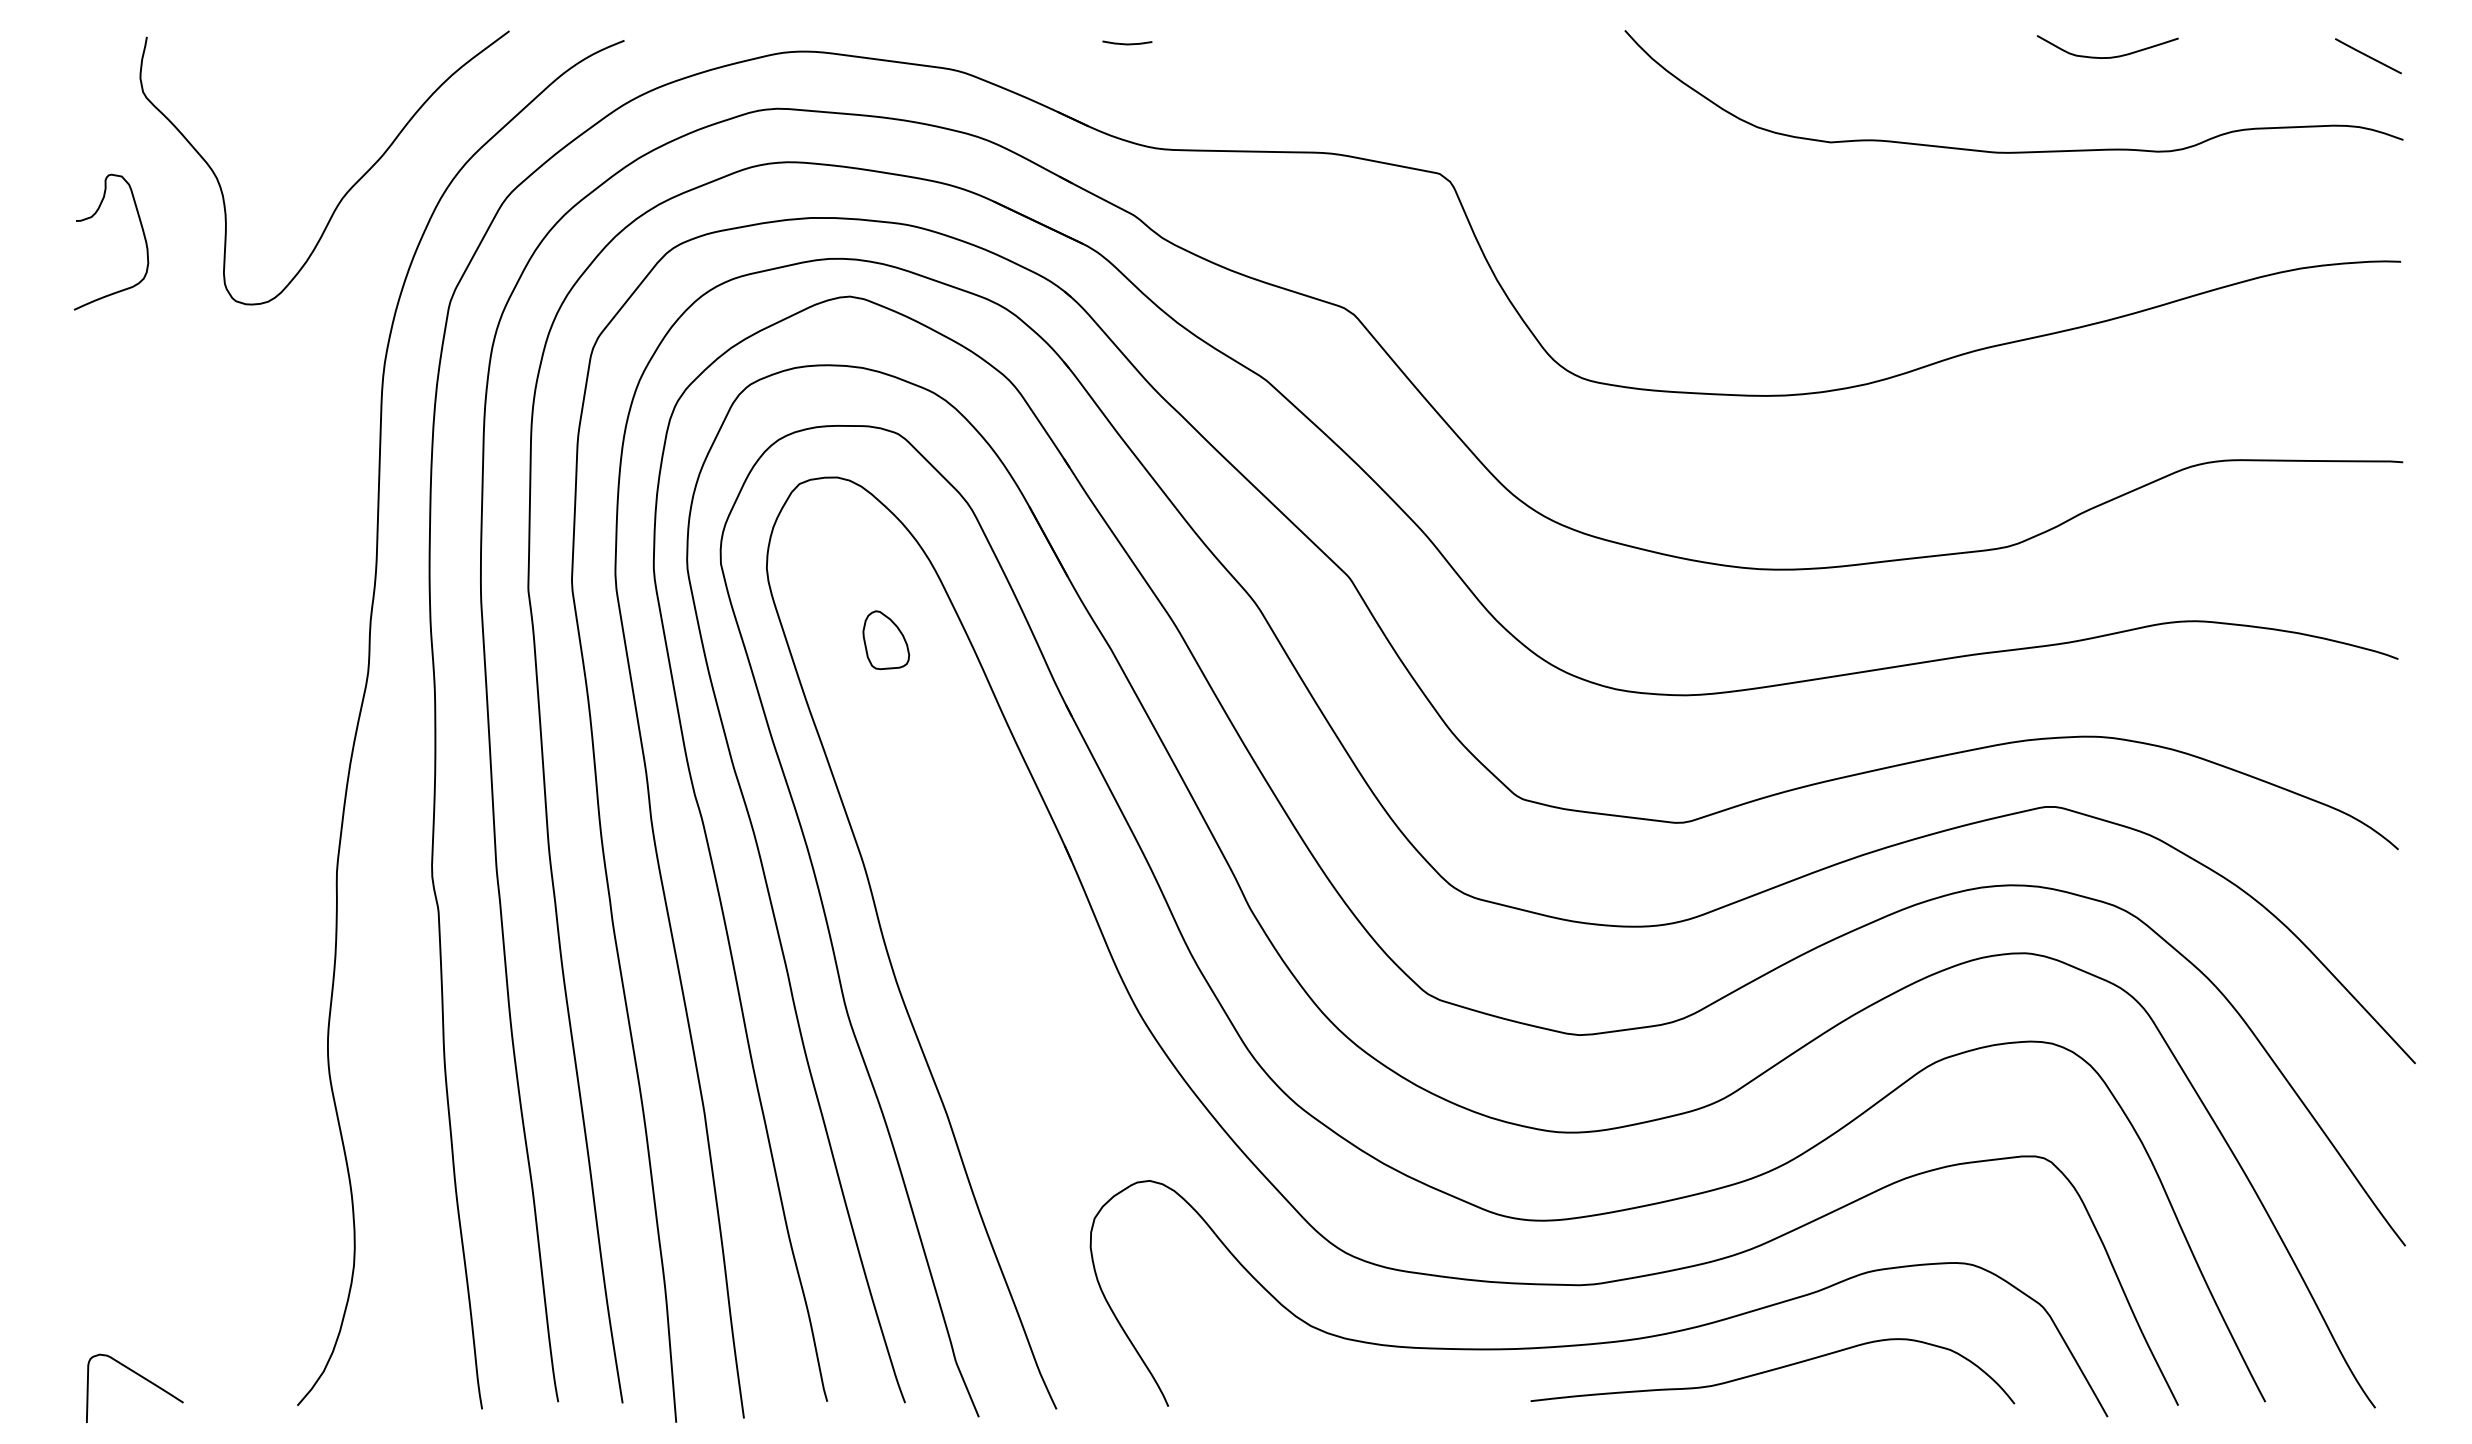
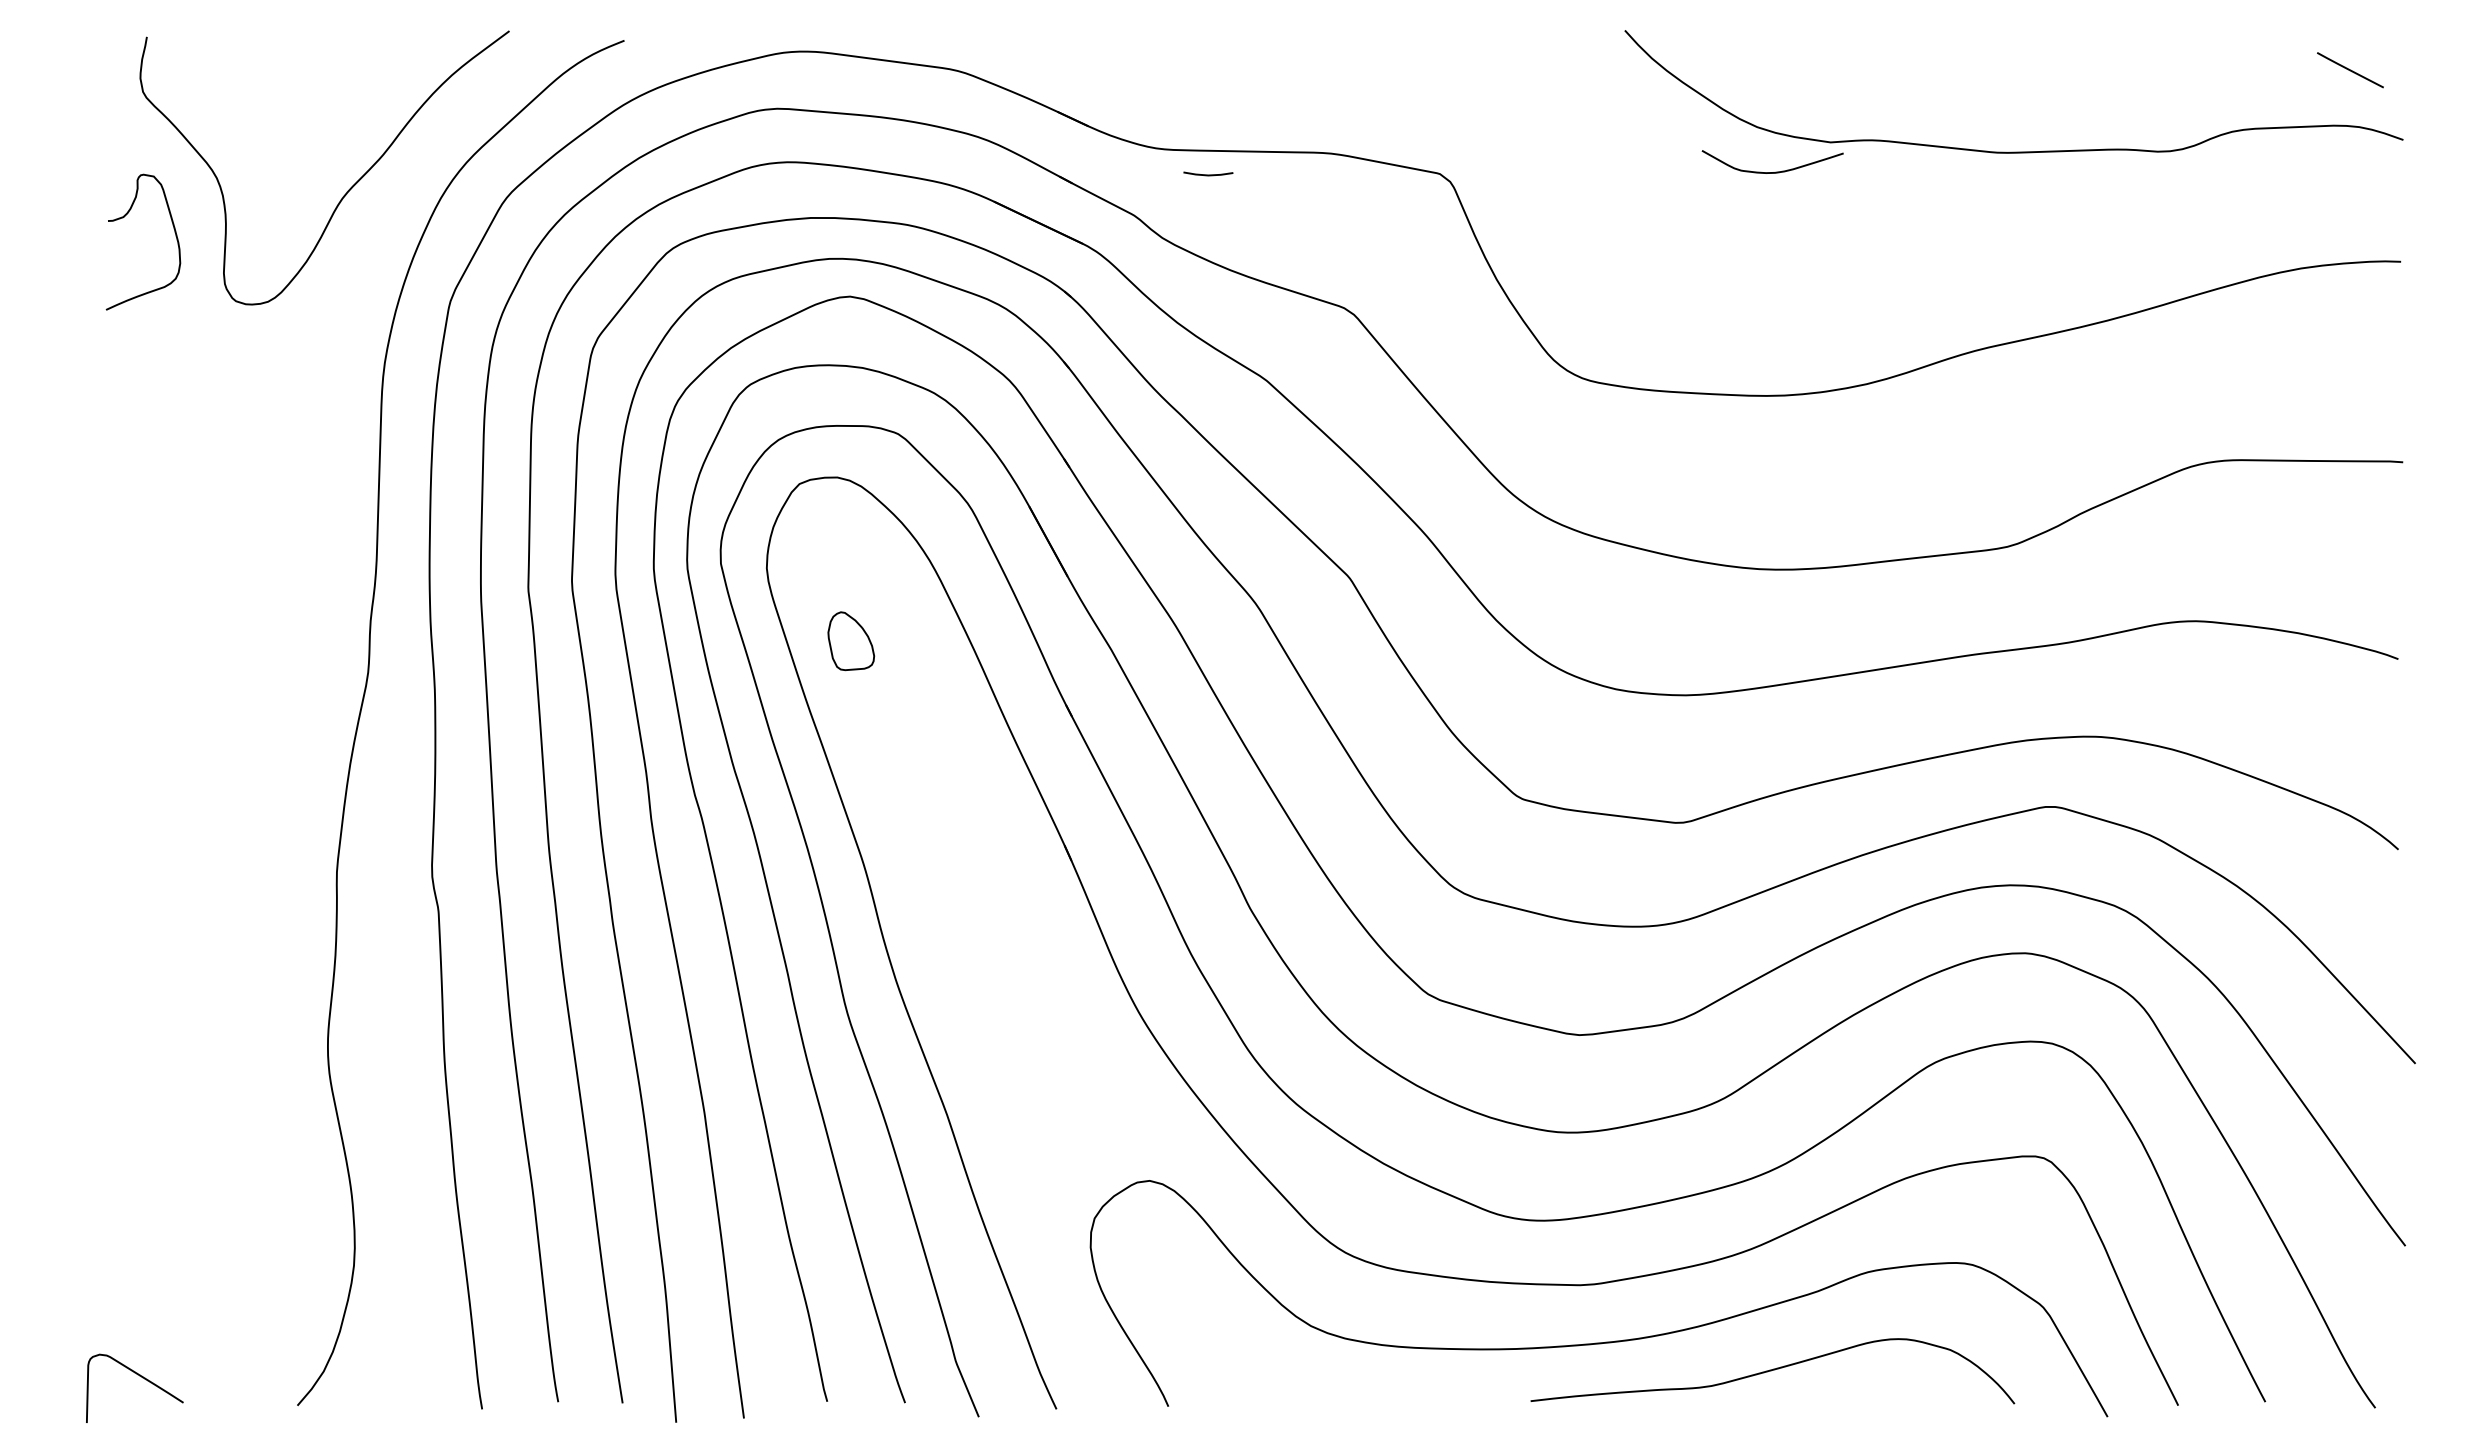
line at (1127, 43) position: (1127, 43) -> (1208, 174)
curve at (2110, 56) position: (2110, 56) -> (1775, 171)
line at (2368, 56) position: (2368, 56) -> (2350, 70)
curve at (91, 218) position: (91, 218) -> (123, 218)
part at (886, 640) position: (886, 640) -> (851, 641)
